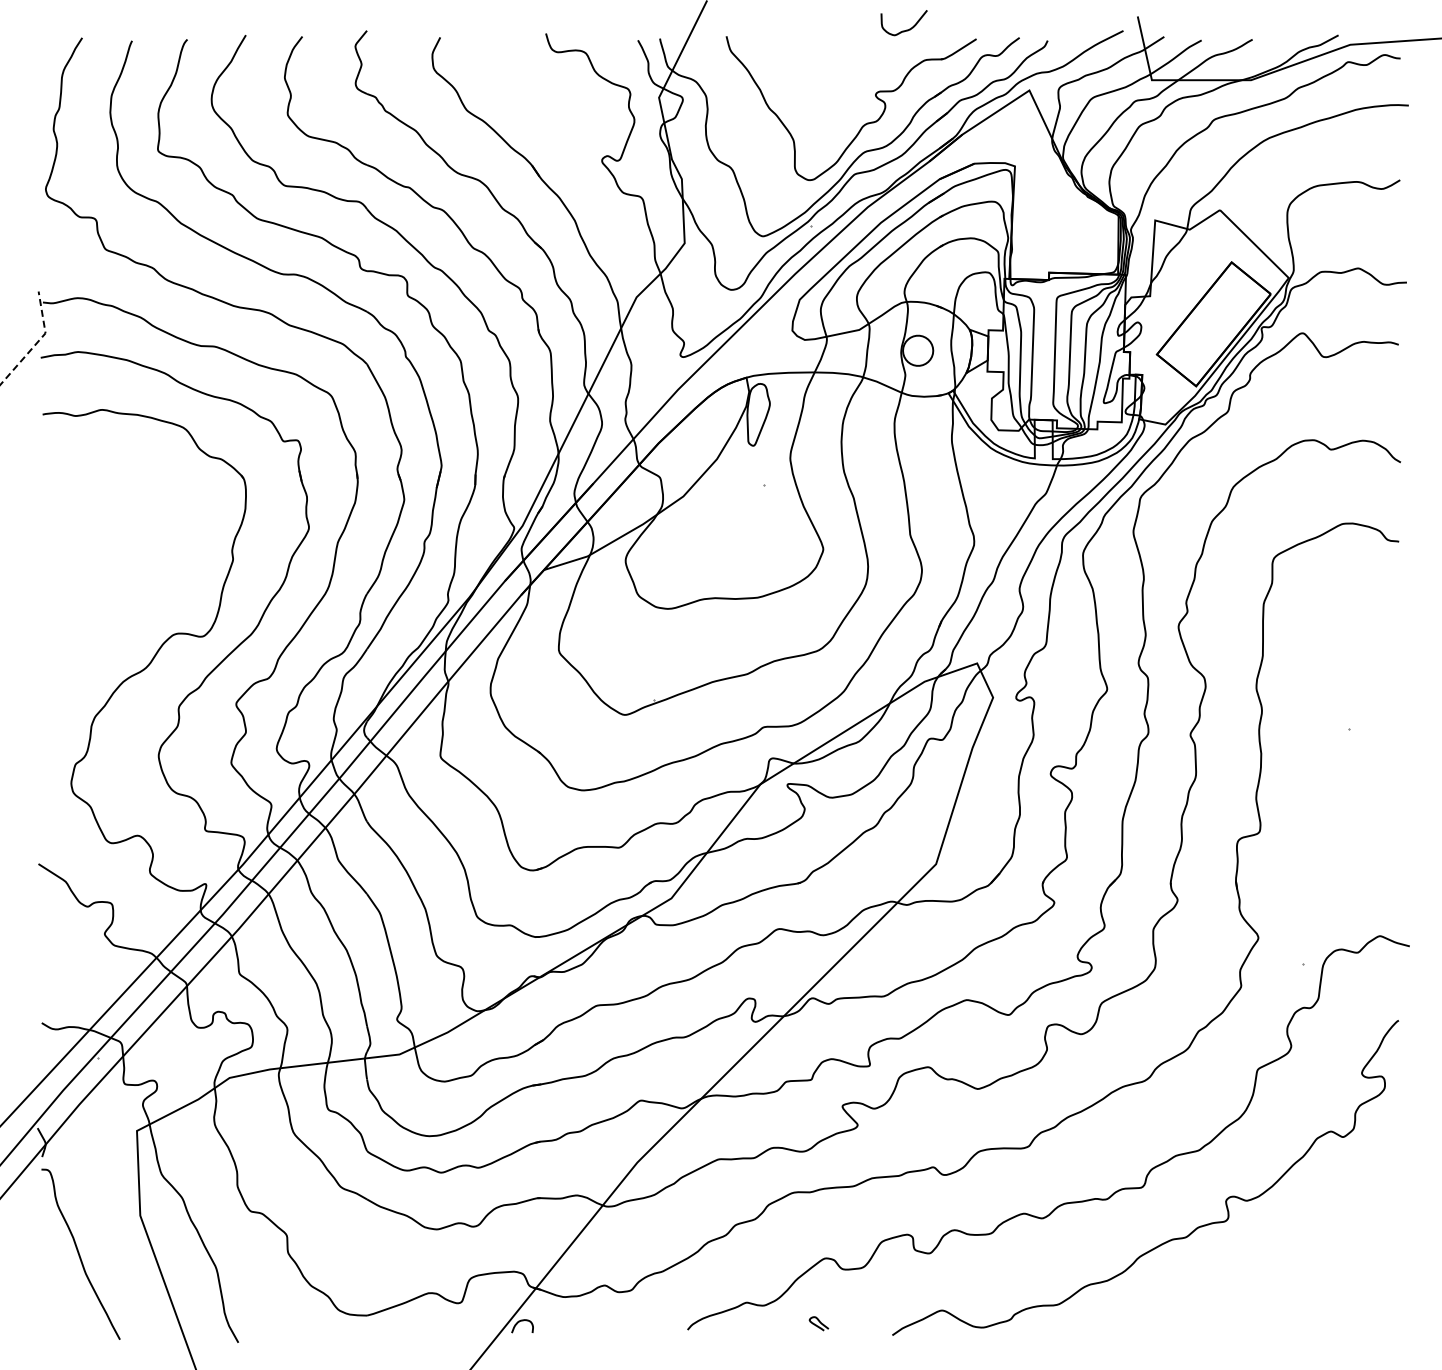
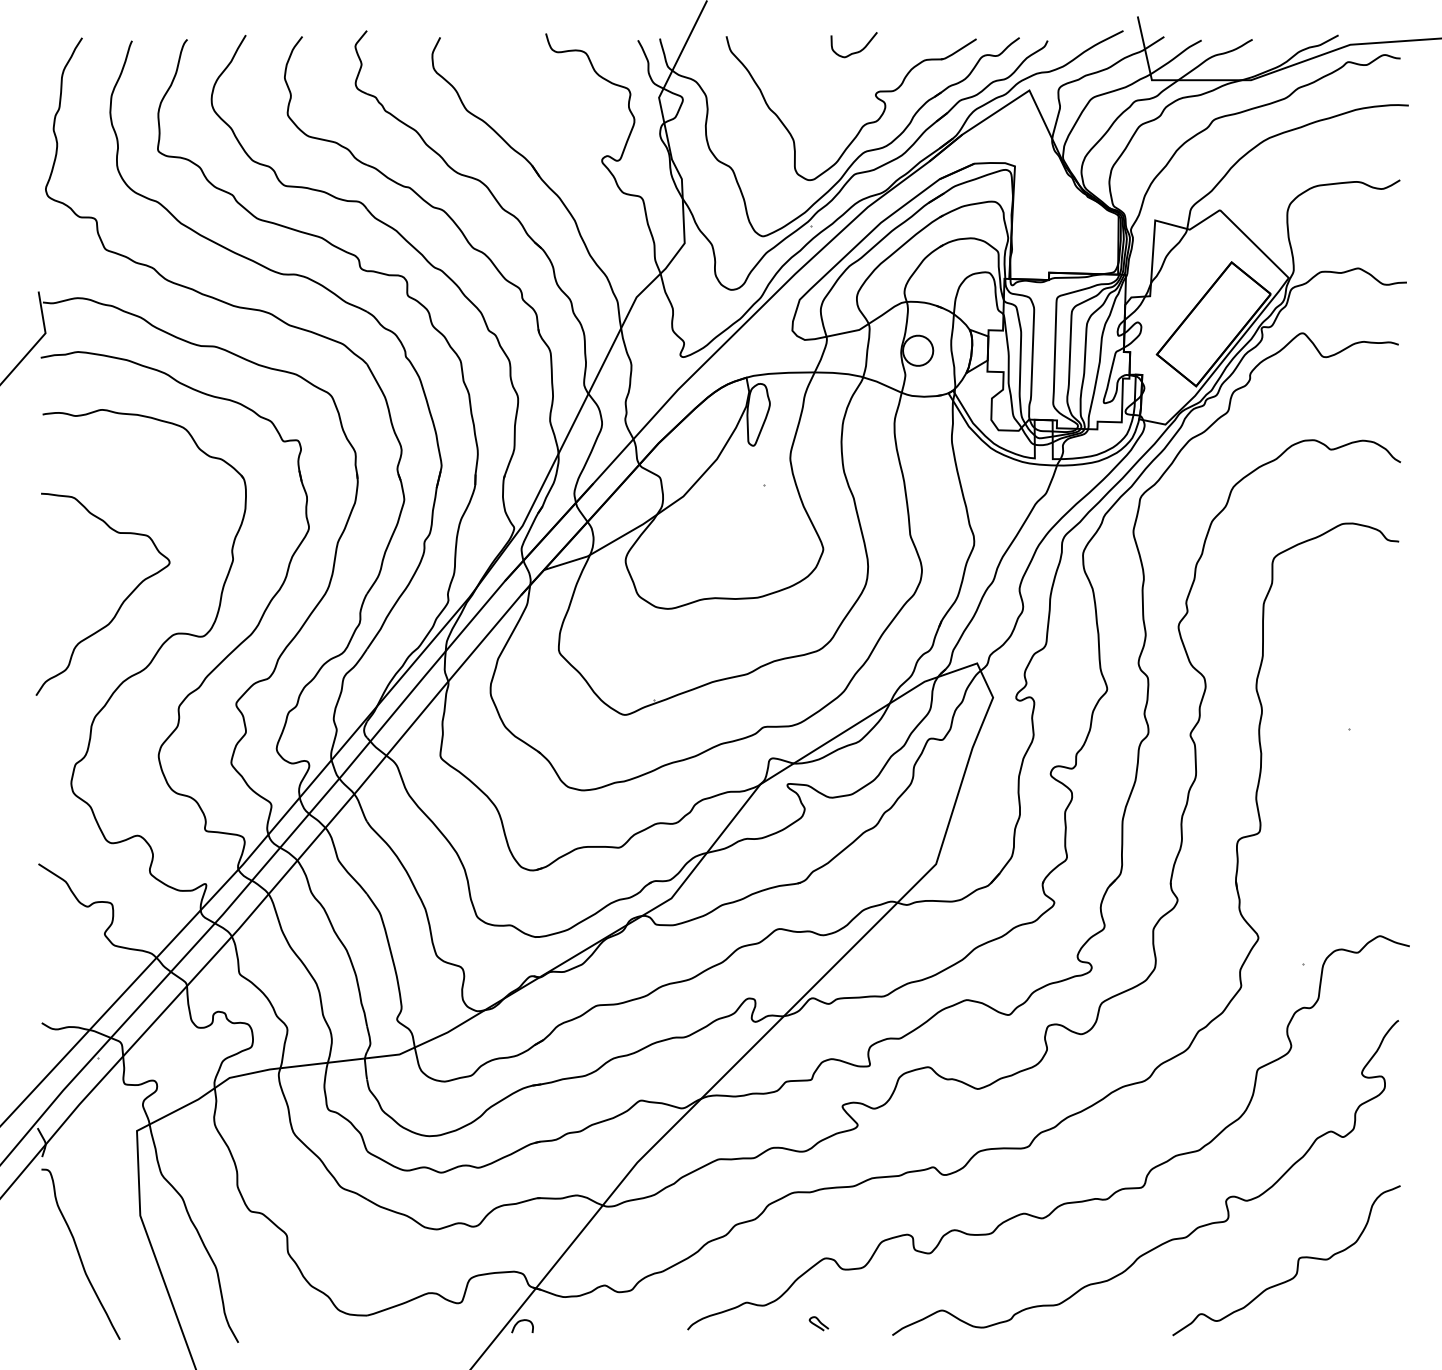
curve at (906, 29) position: (906, 29) -> (856, 51)
line at (37, 342): dashed -> solid
curve at (120, 604): none -> present
curve at (1297, 1260): none -> present
